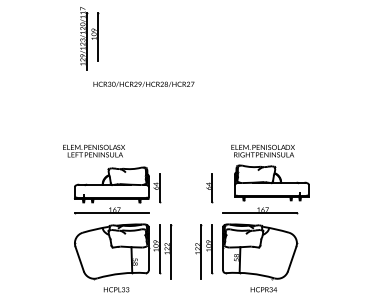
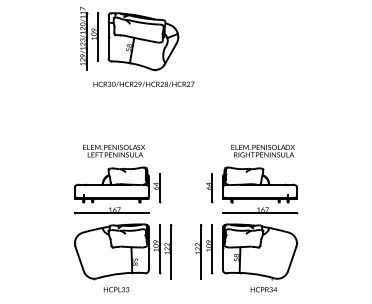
part at (143, 41): none -> present
text at (93, 150) position: (93, 150) -> (113, 150)
part at (271, 182) position: (271, 182) -> (259, 184)
